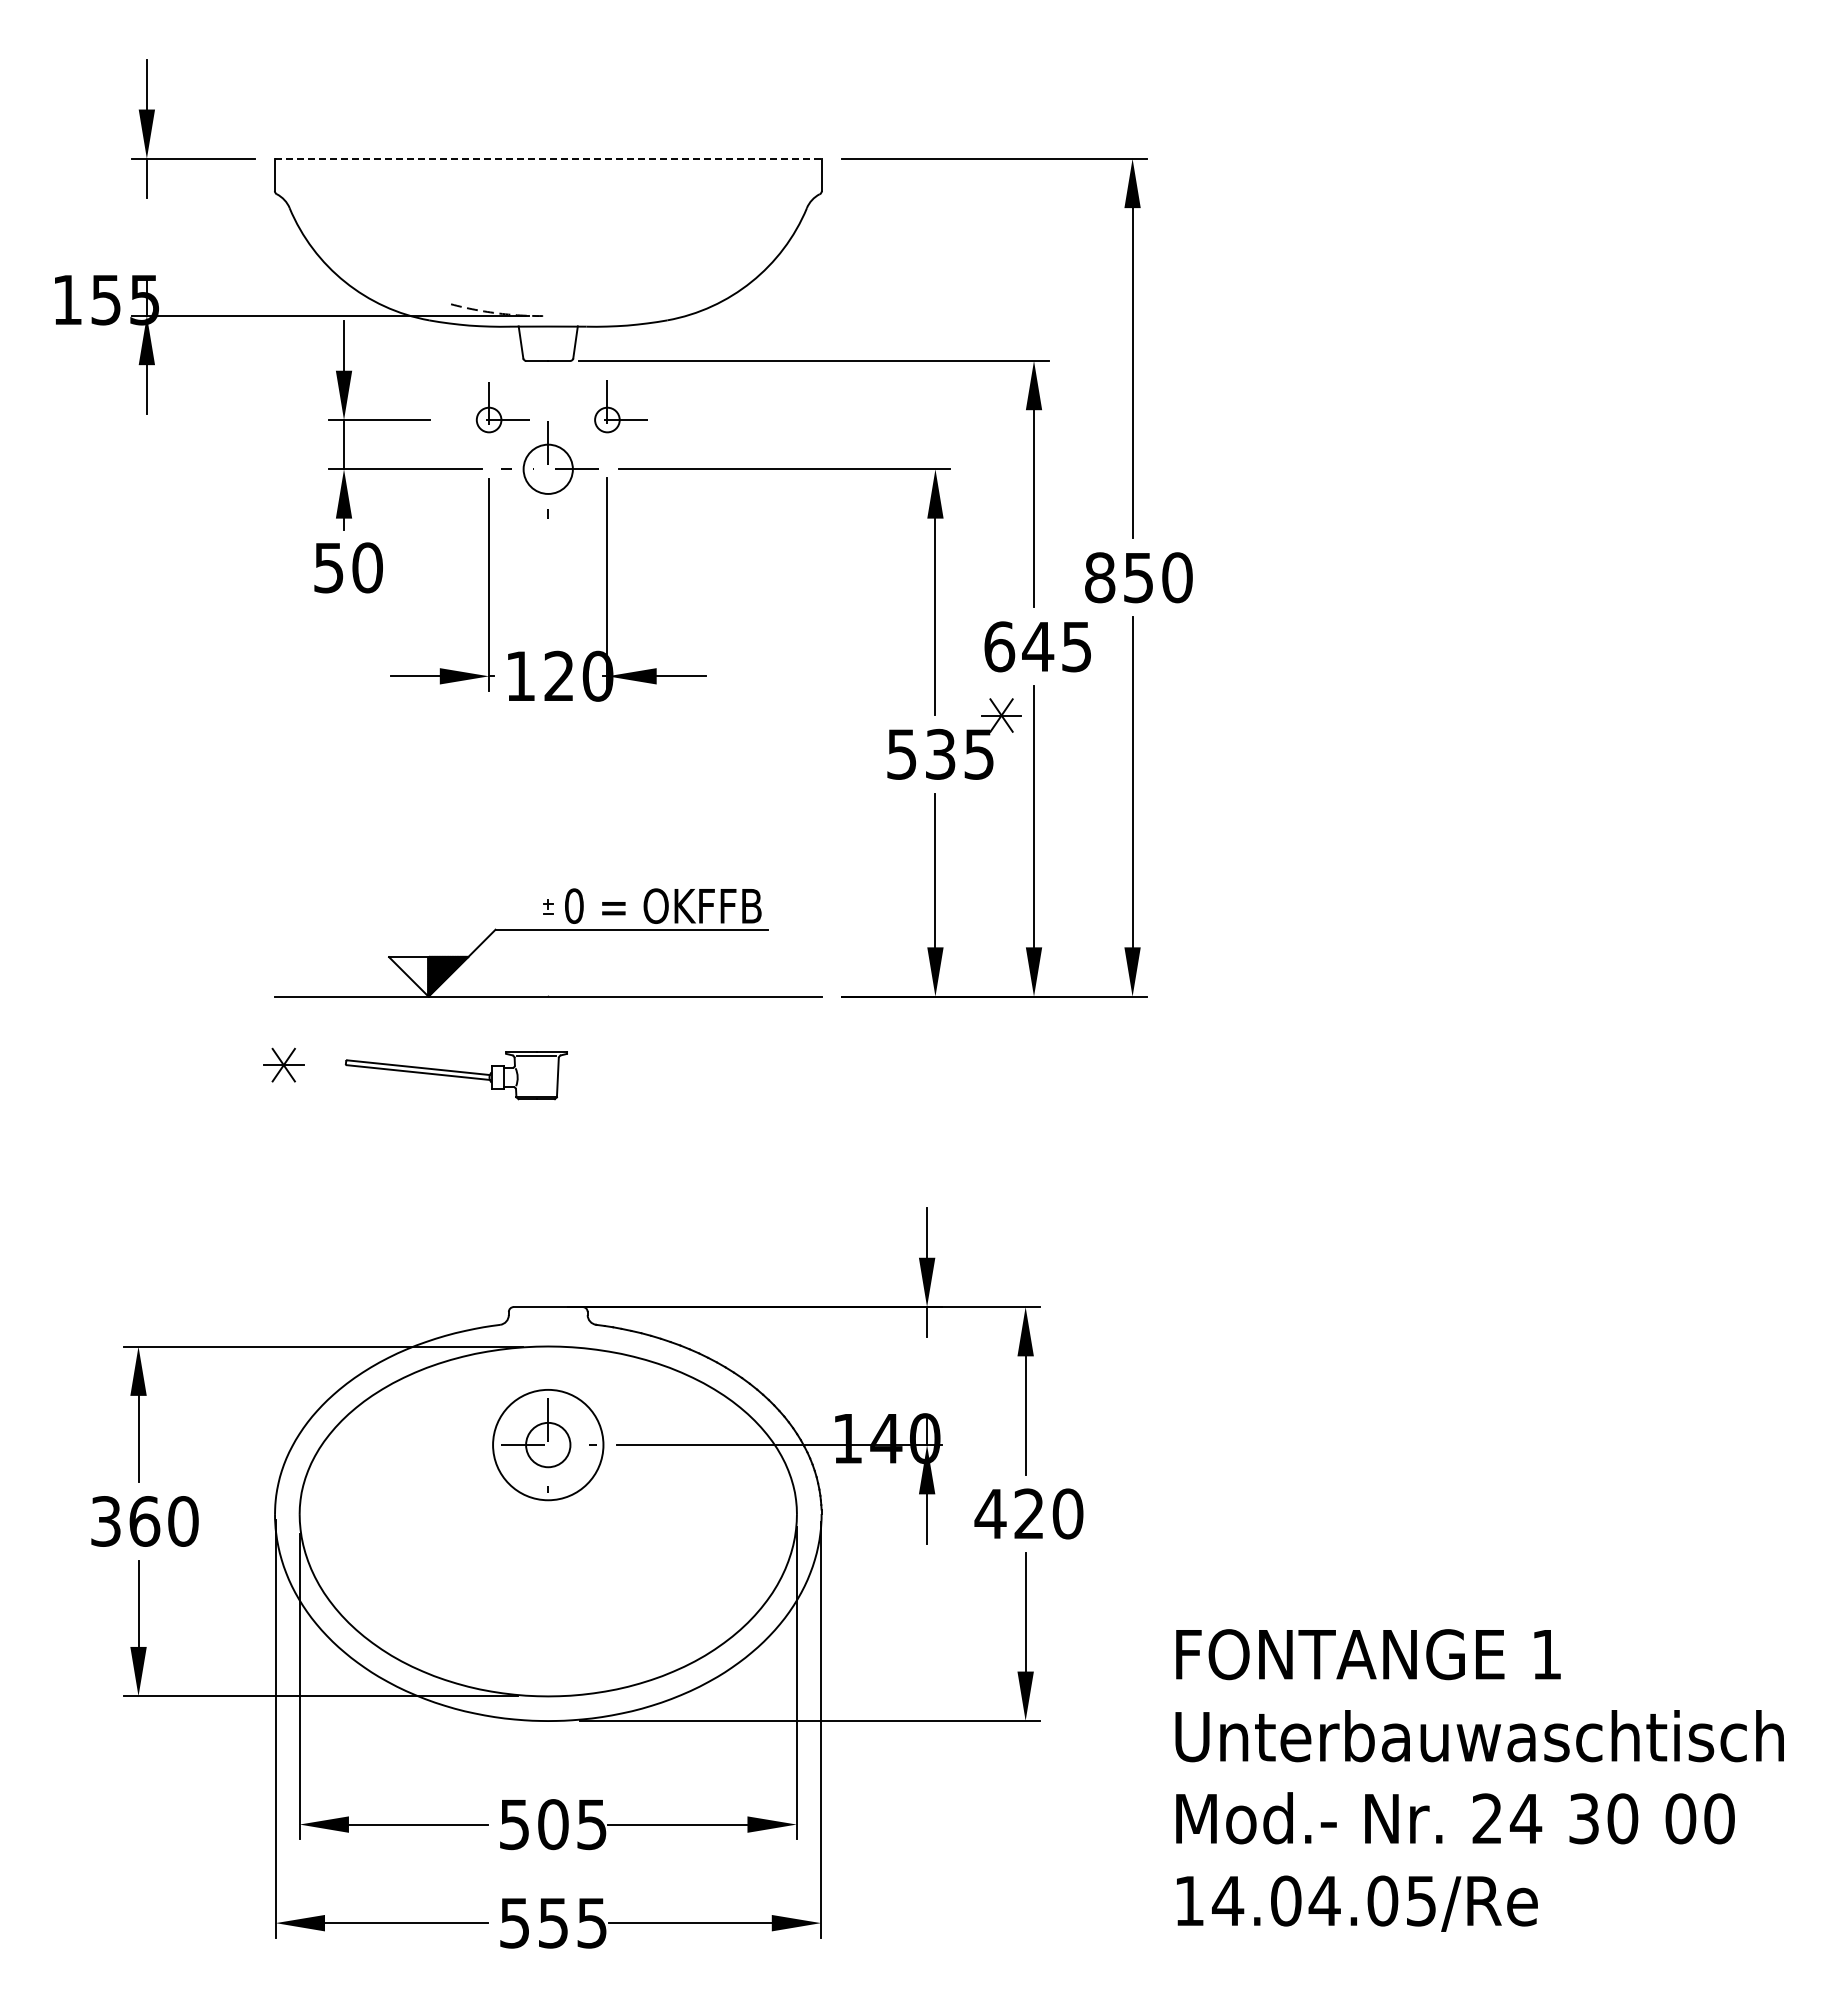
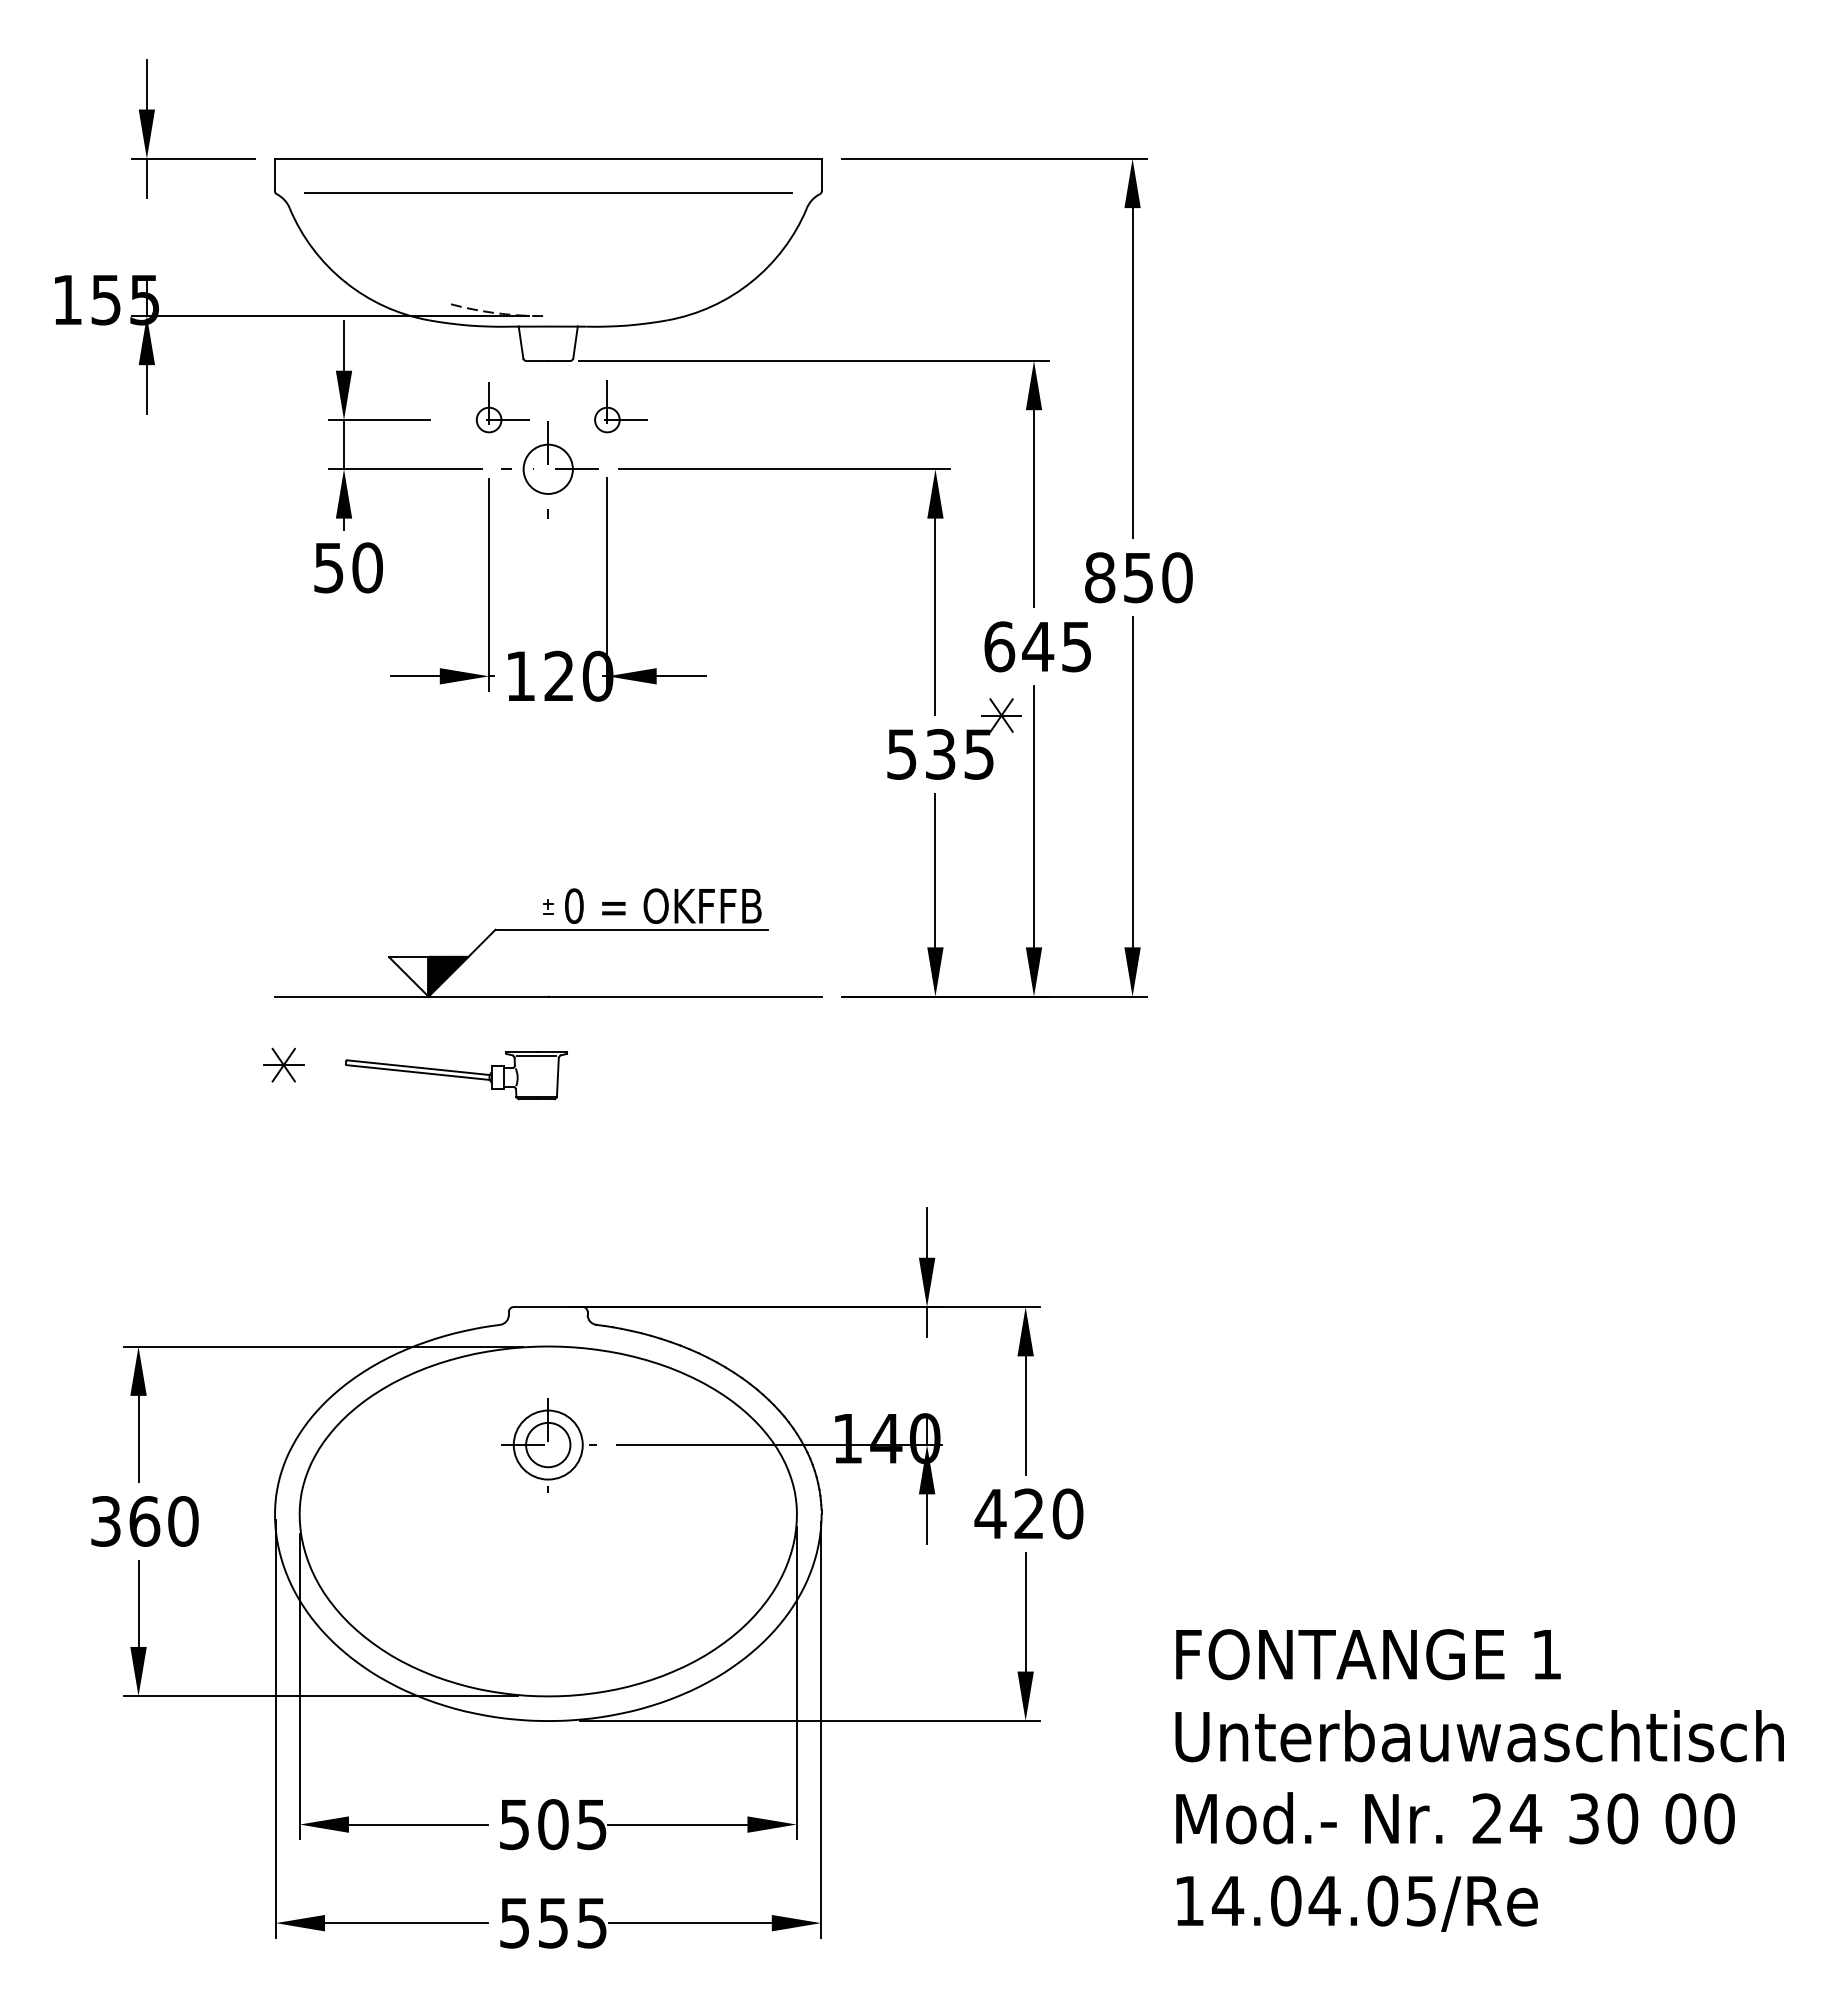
line at (548, 158): dashed -> solid
line at (548, 192): none -> present
circle at (548, 1444) diameter: 110 px -> 69 px
